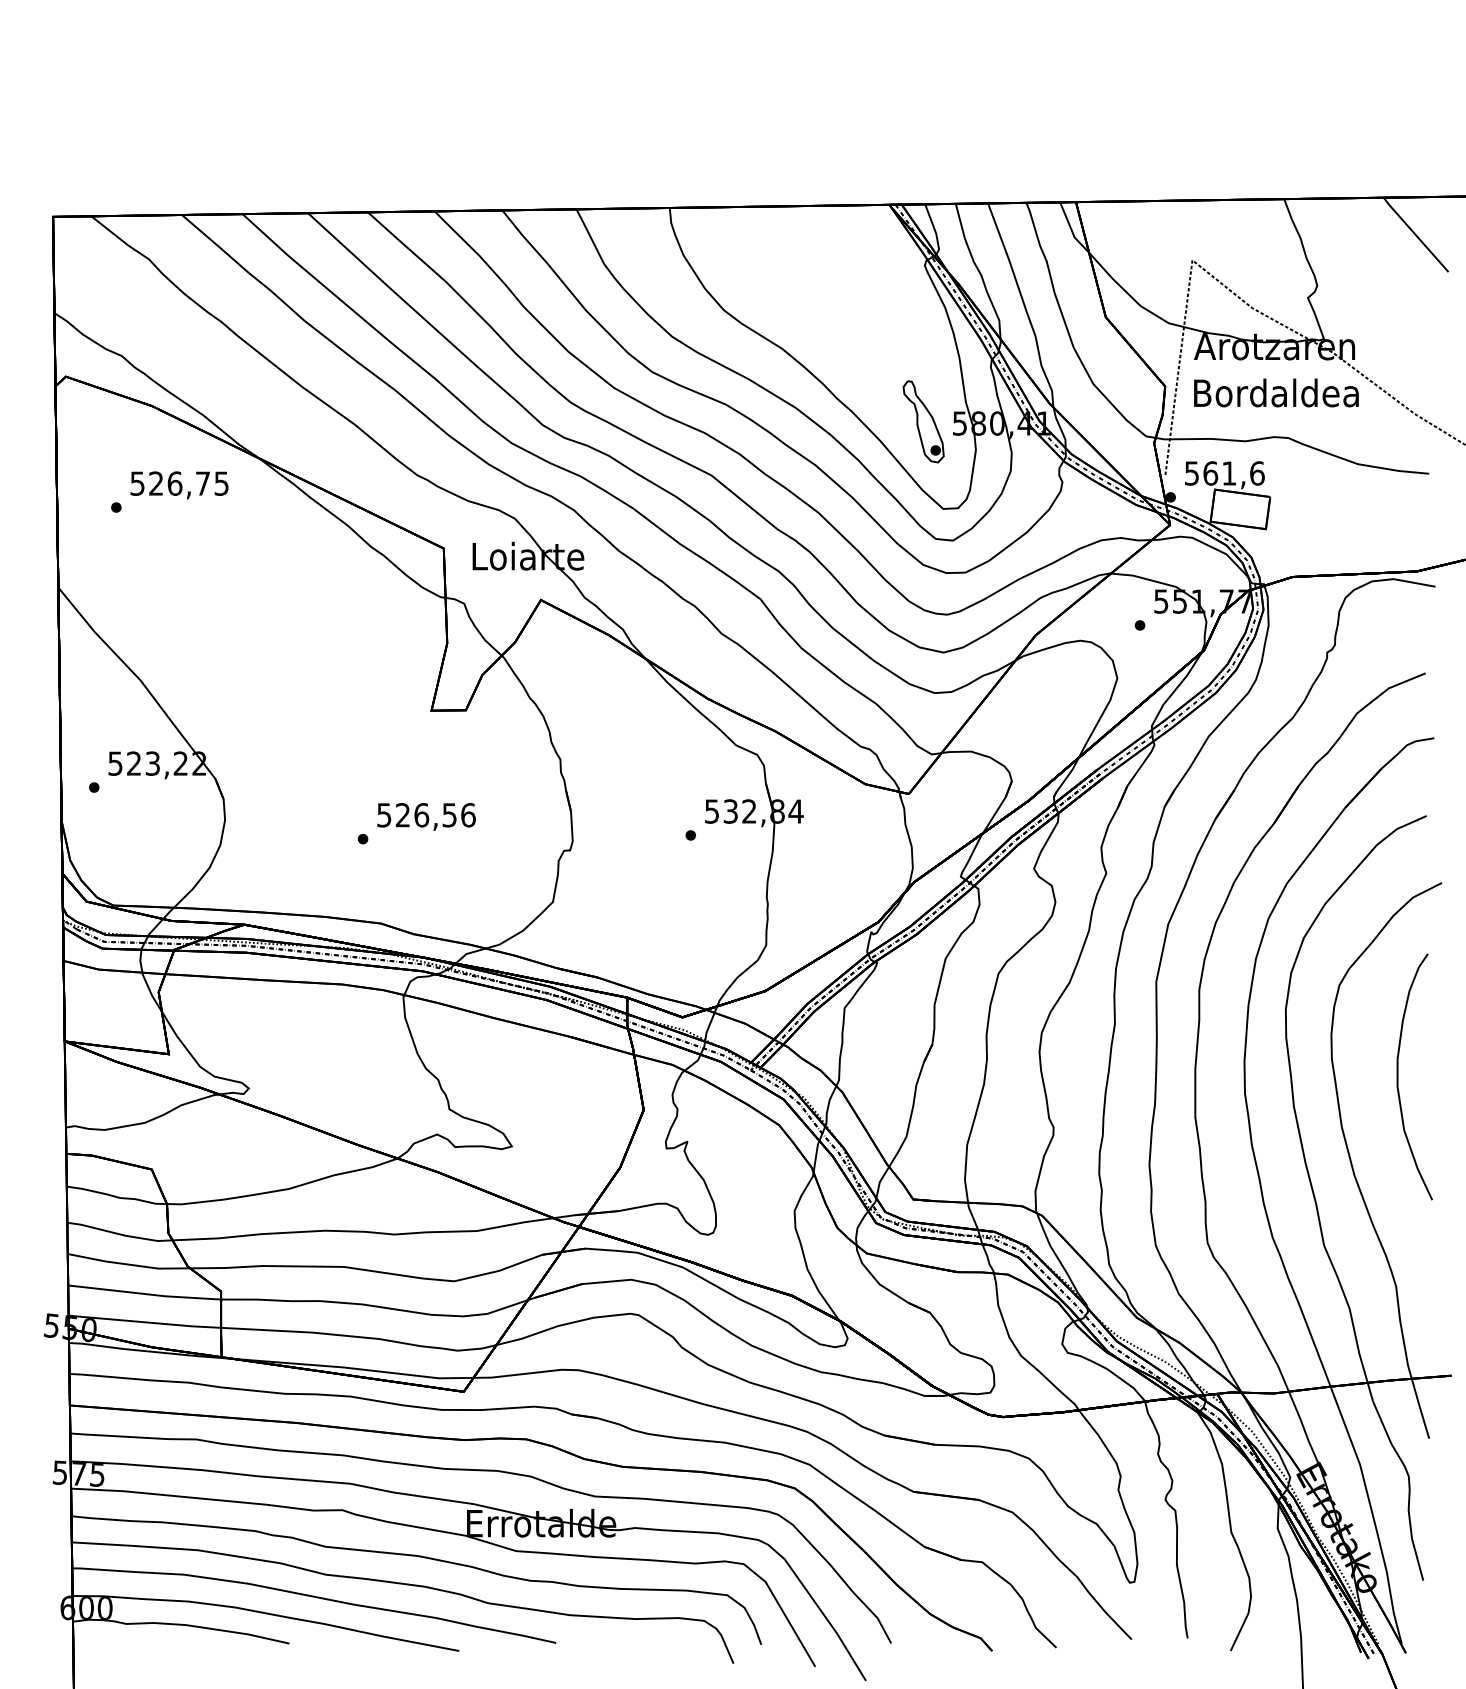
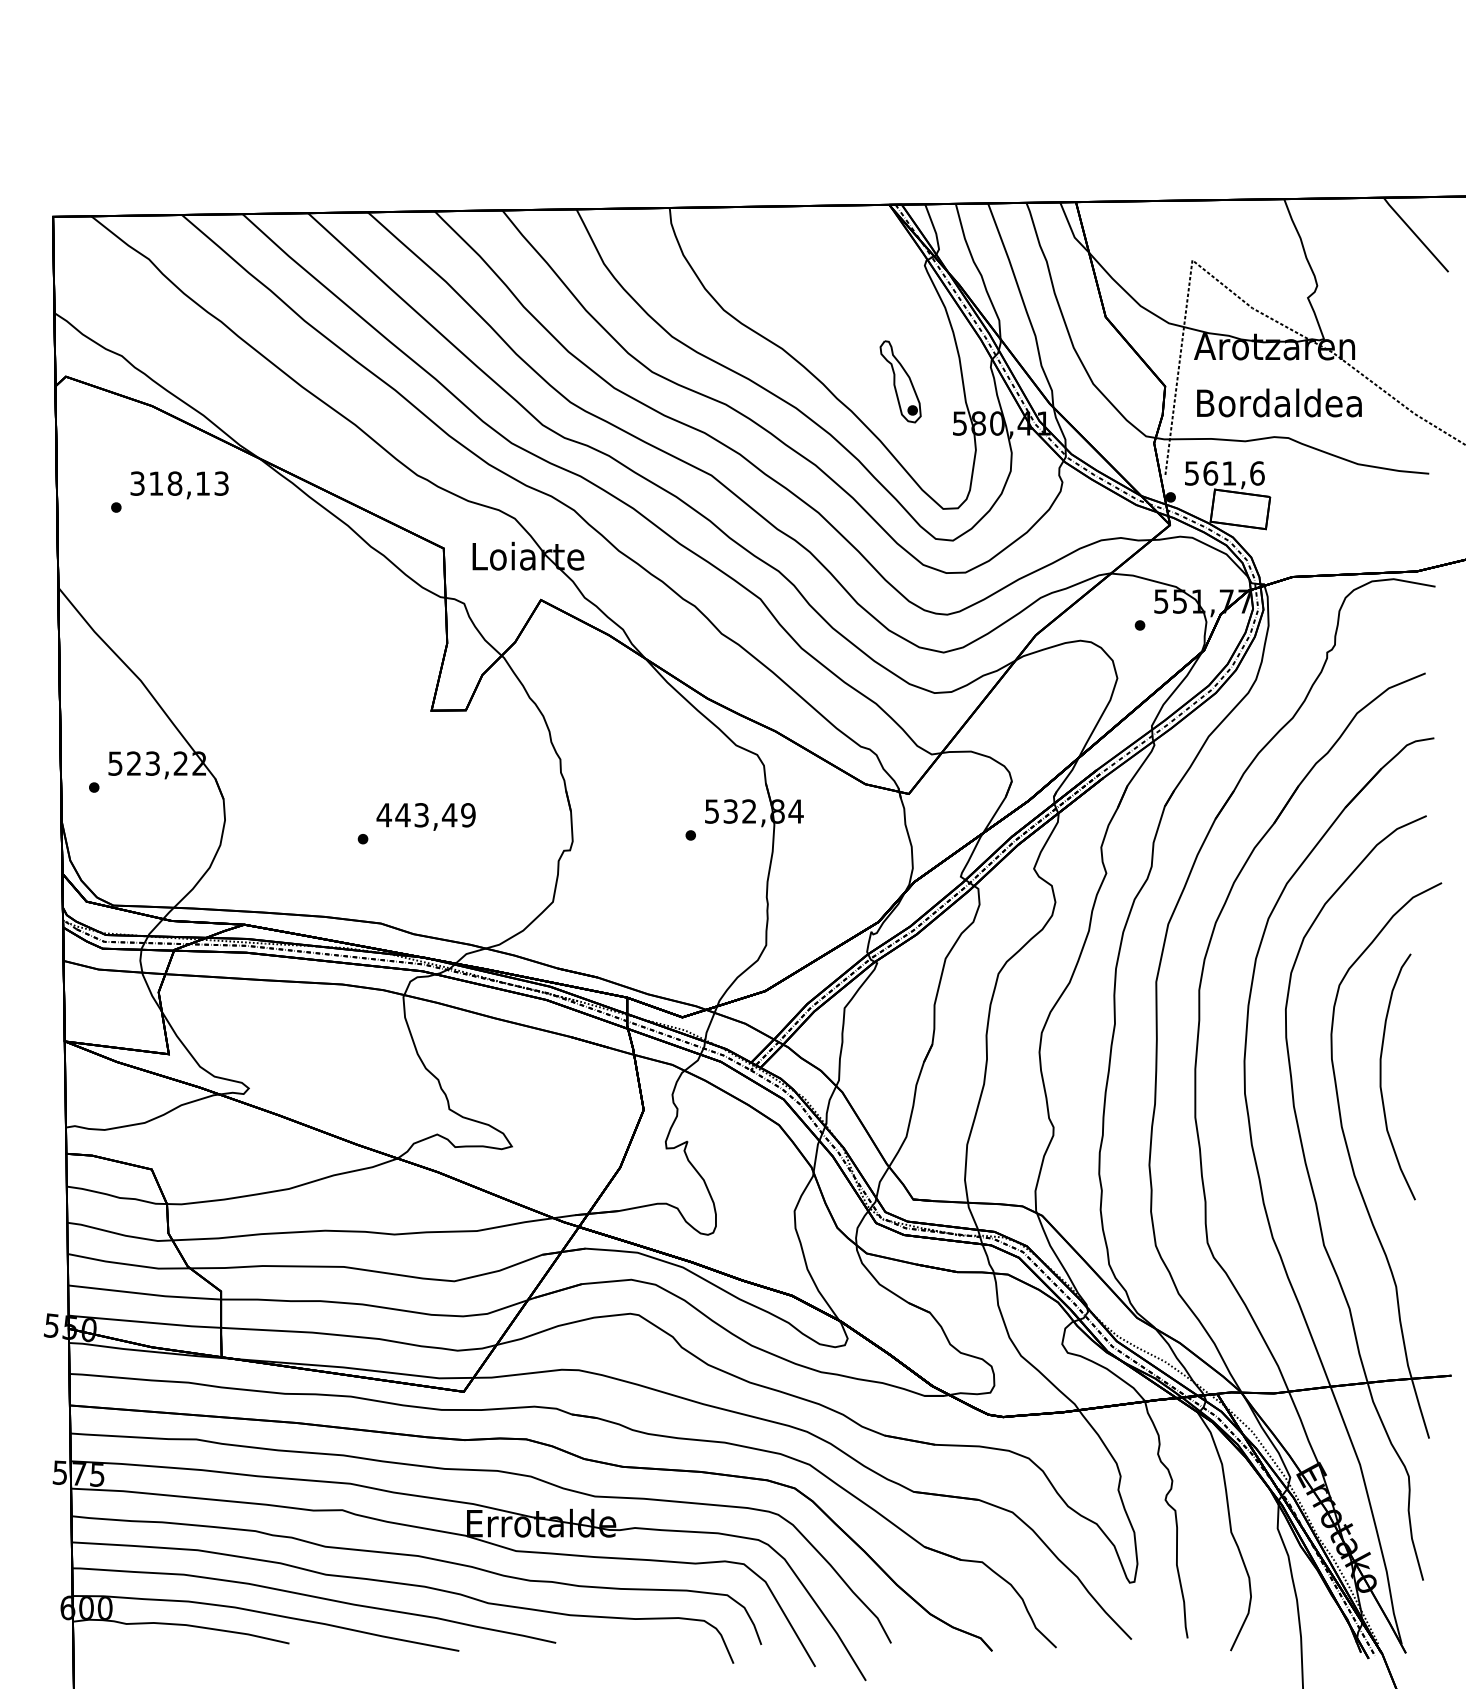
text at (1276, 392) position: (1276, 392) -> (1279, 402)
part at (923, 421) position: (923, 421) -> (900, 381)
text at (179, 483): 526,75 -> 318,13
text at (425, 815): 526,56 -> 443,49
curve at (1398, 1076) position: (1398, 1076) -> (1381, 1076)
